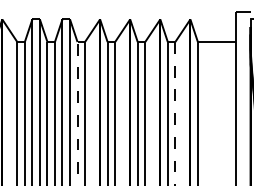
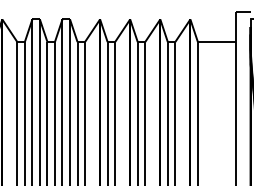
line at (77, 113): dashed -> solid
line at (175, 113): dashed -> solid
